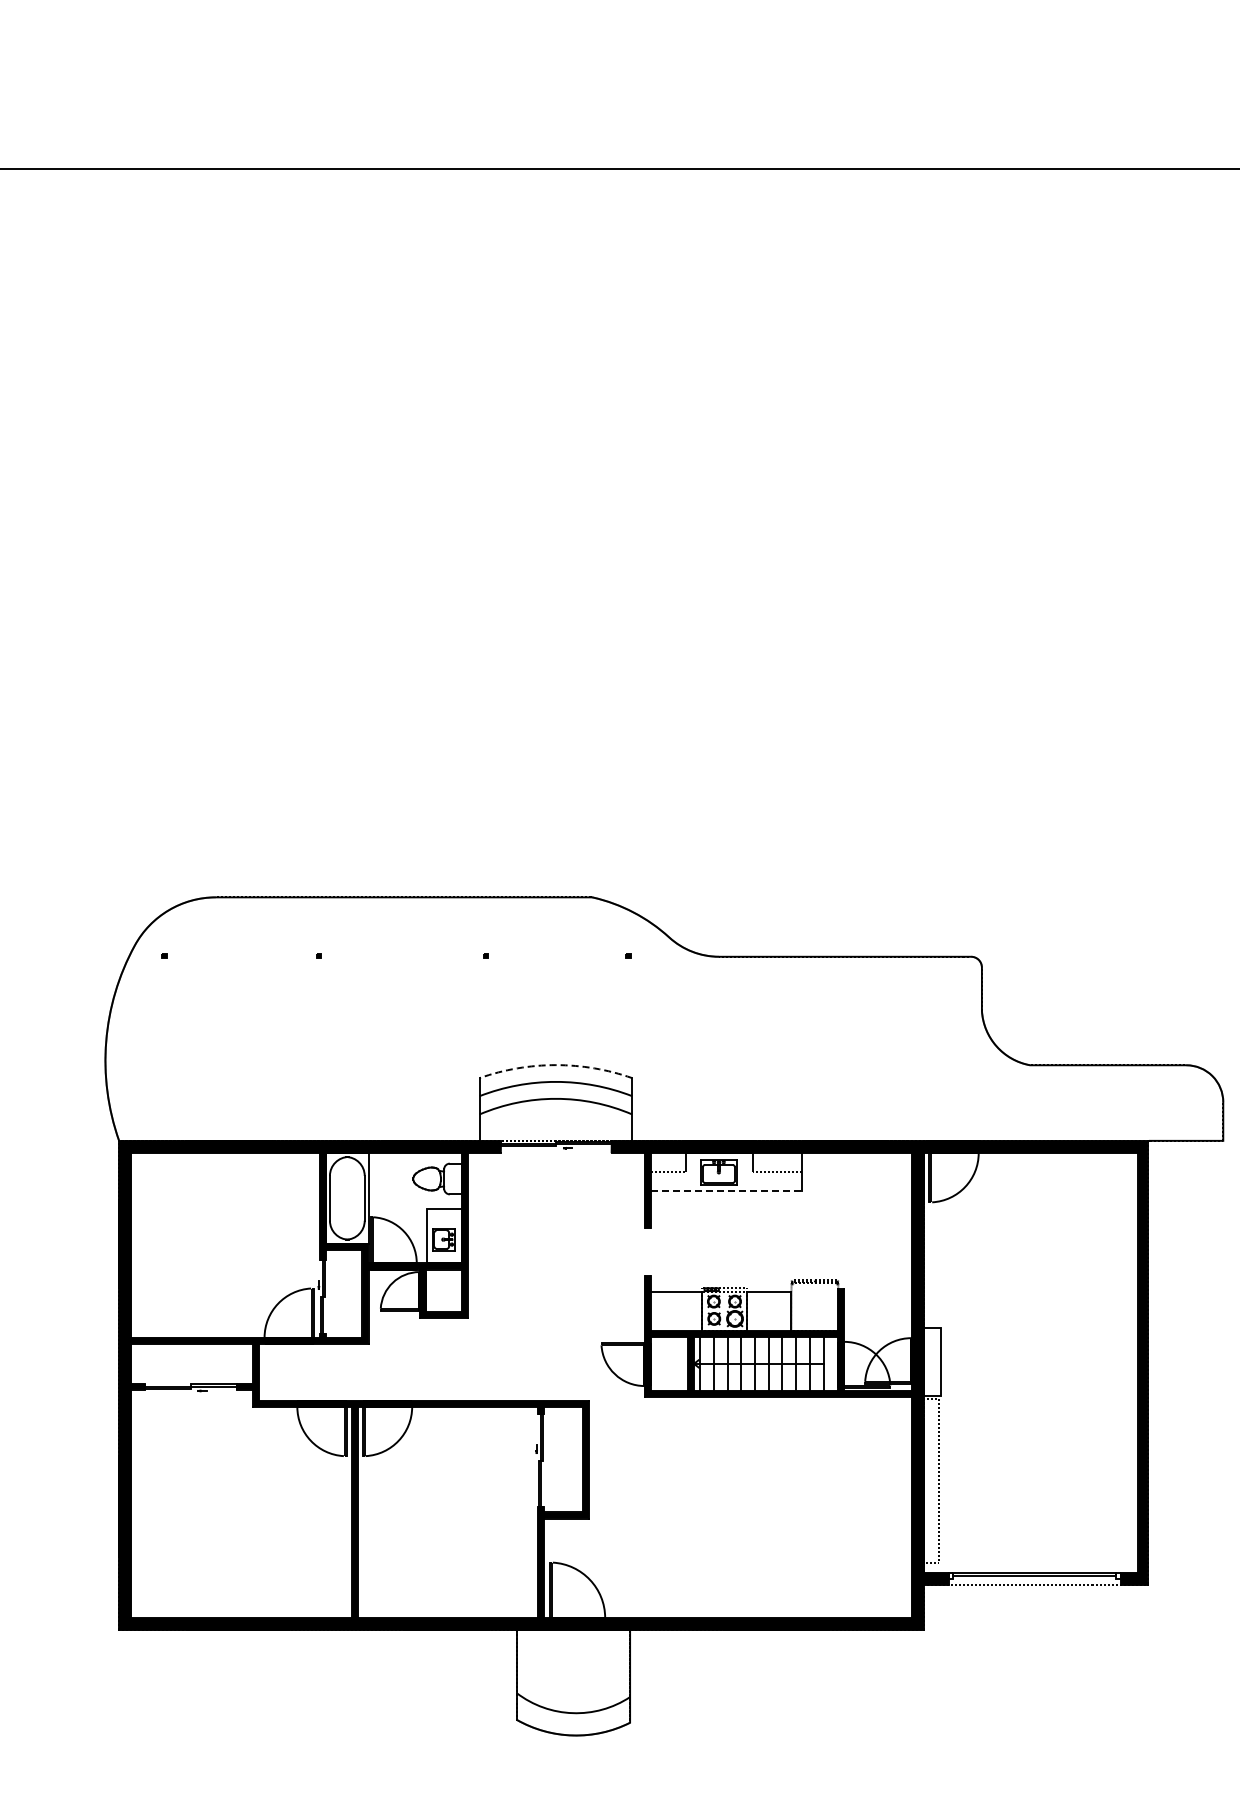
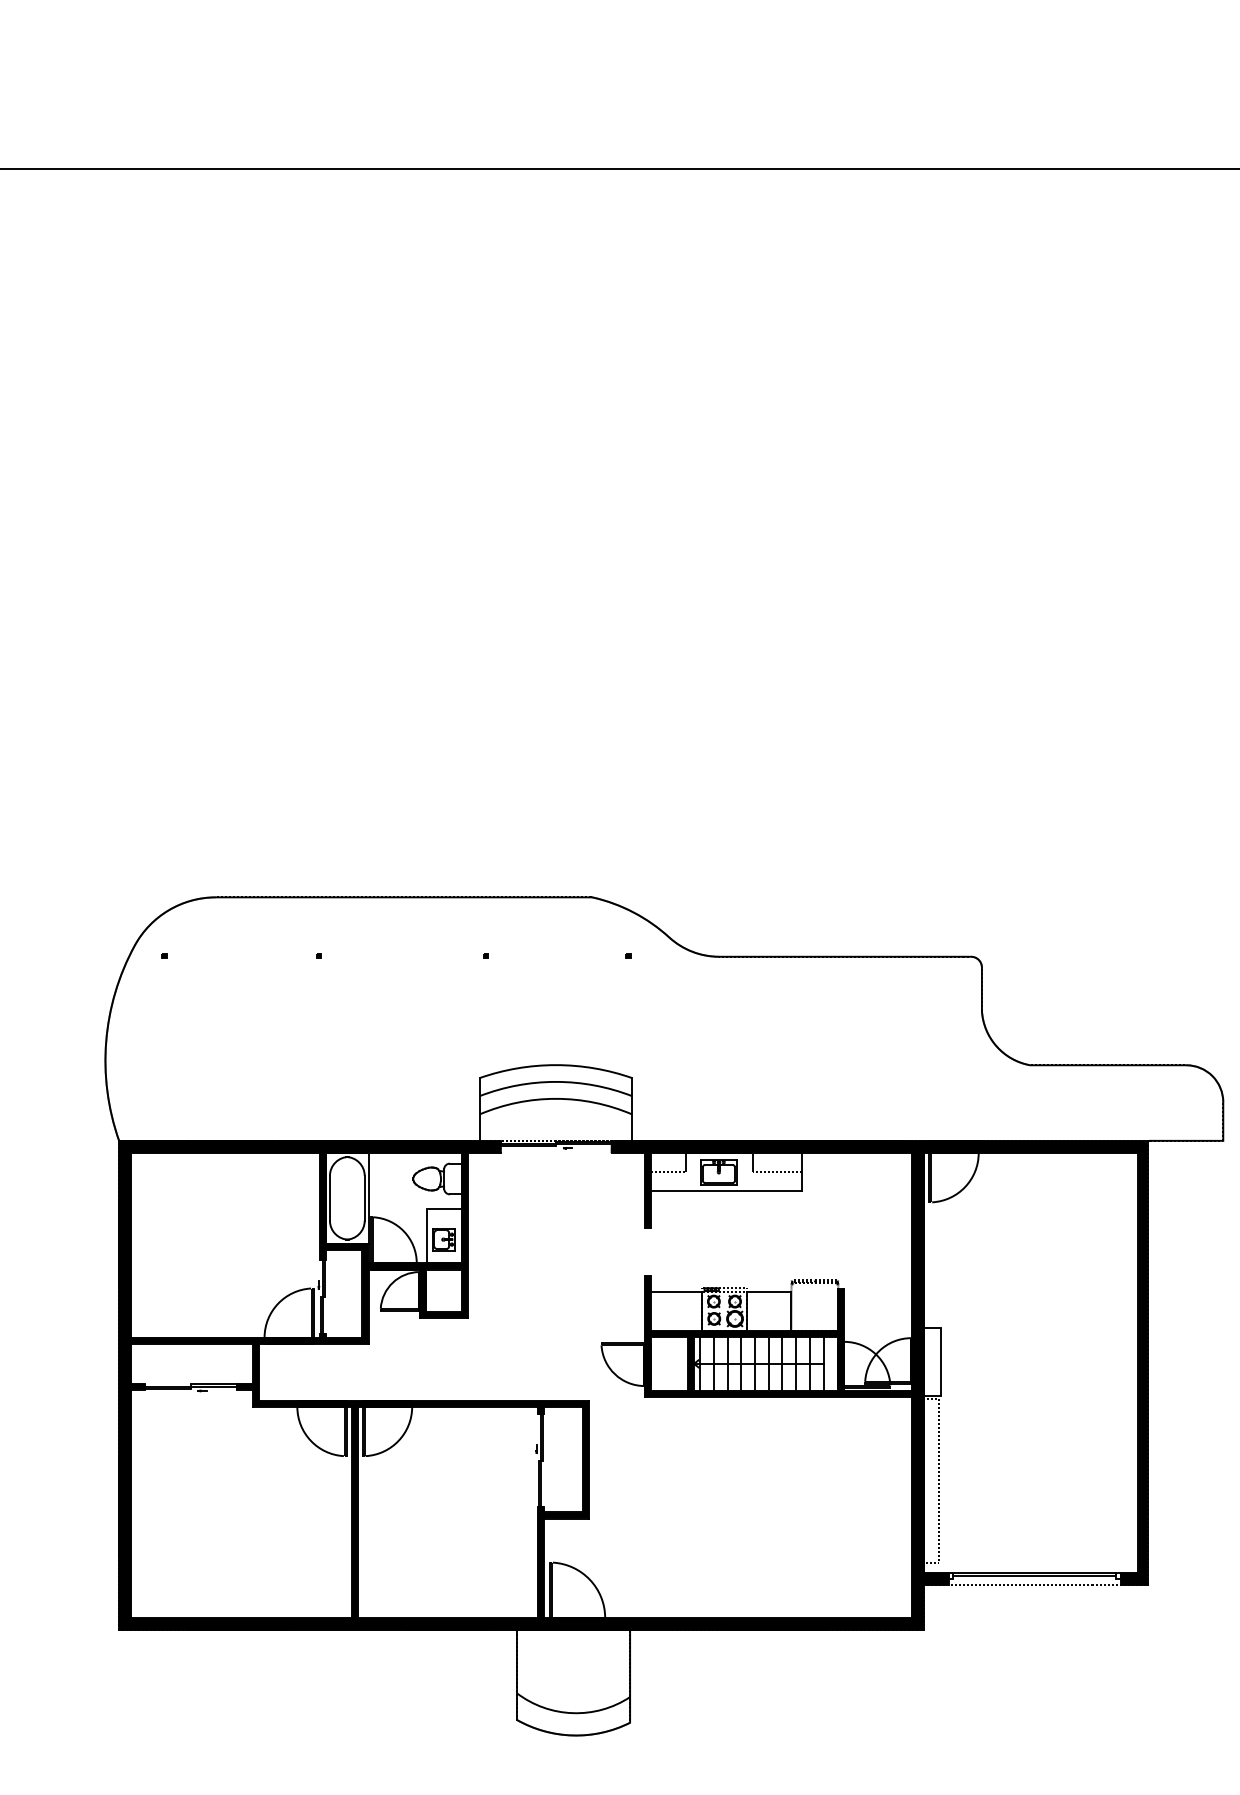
arc at (555, 1065): dashed -> solid
line at (726, 1190): dashed -> solid
